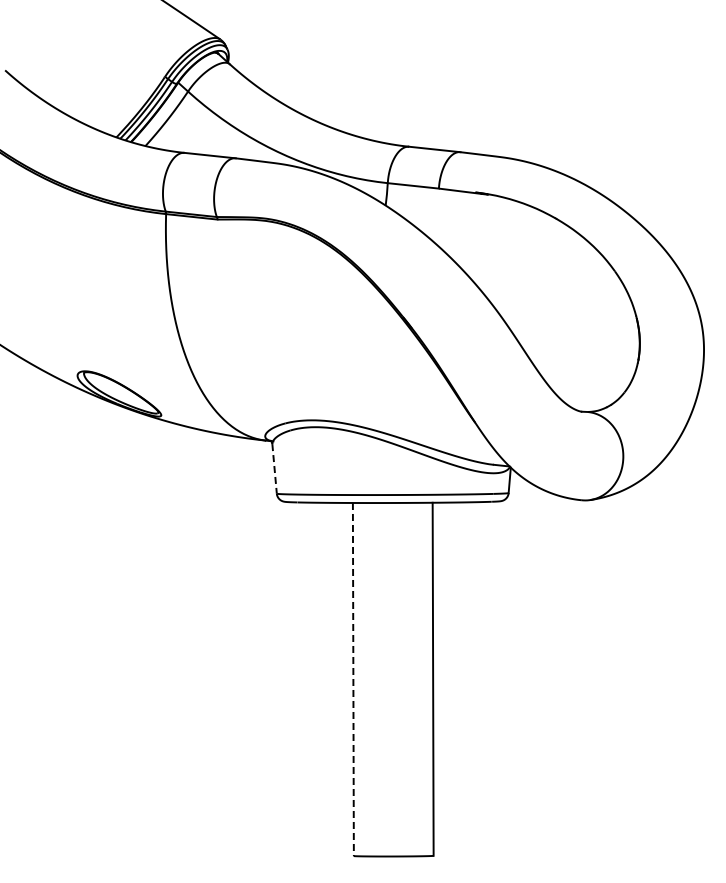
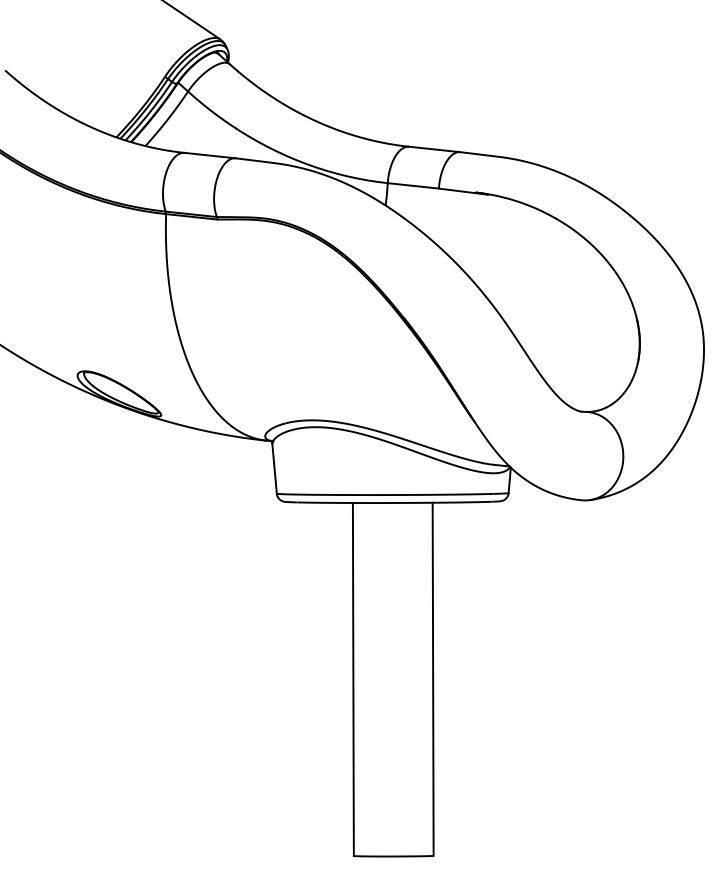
line at (274, 468): dashed -> solid
line at (353, 679): dashed -> solid
